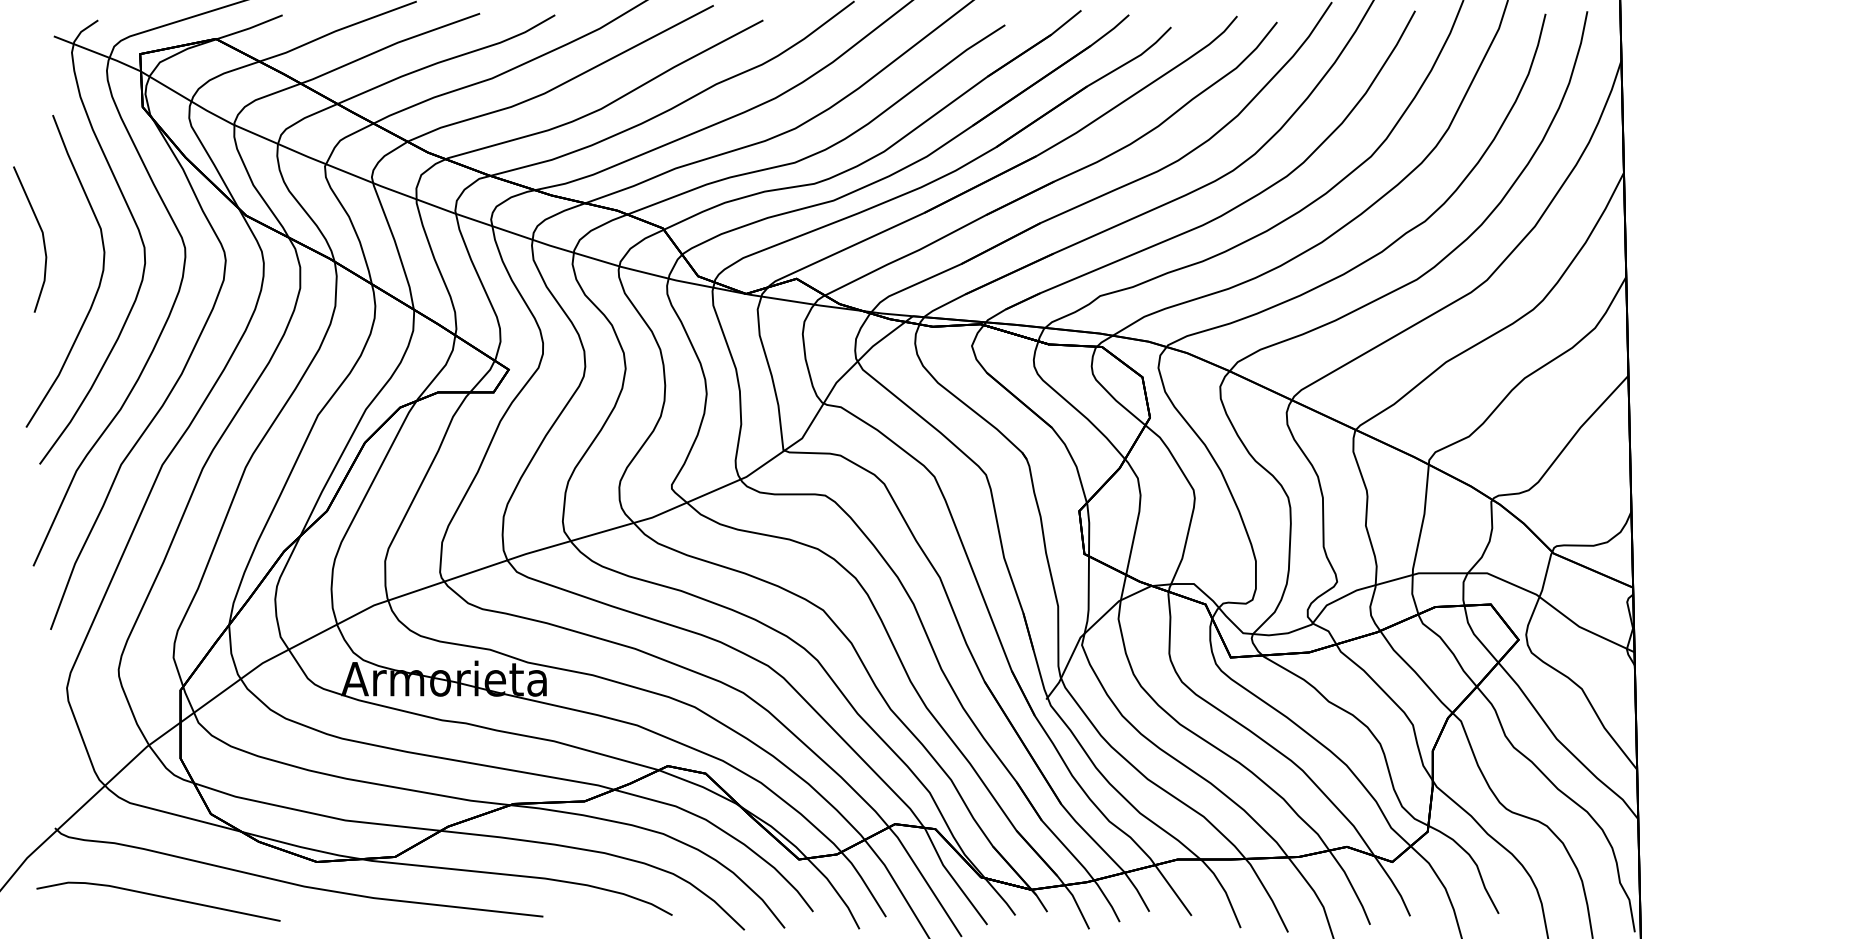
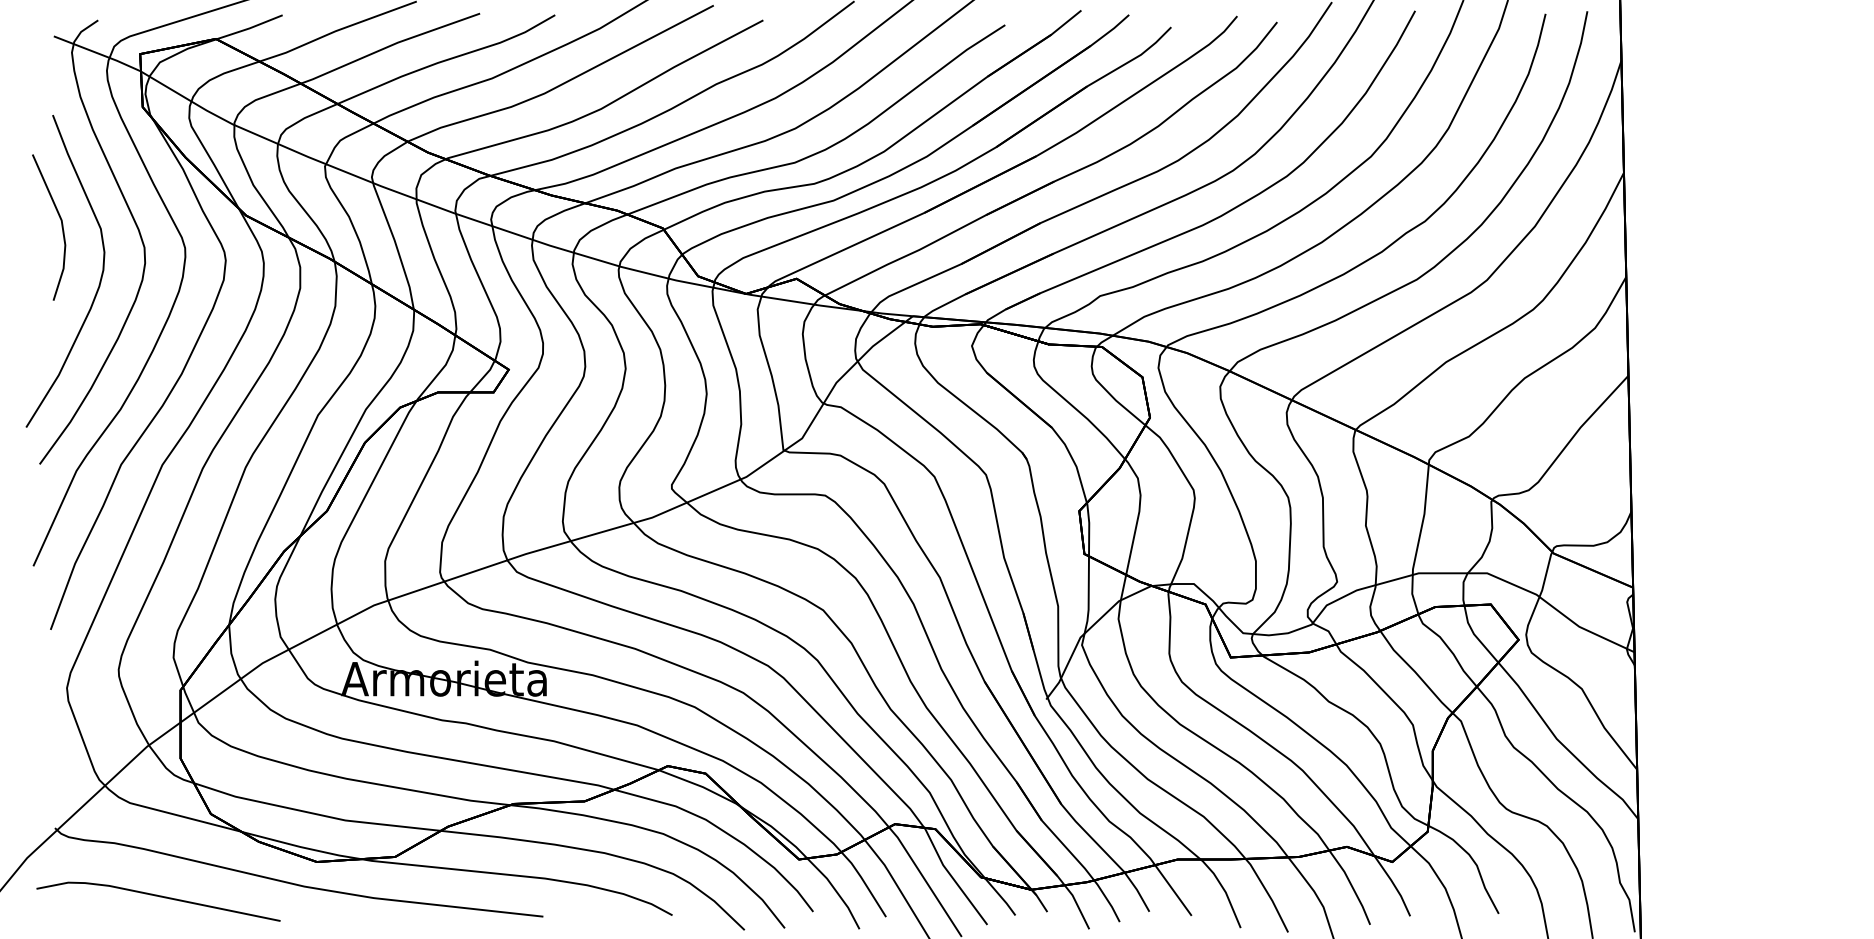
line at (42, 239) position: (42, 239) -> (61, 227)
